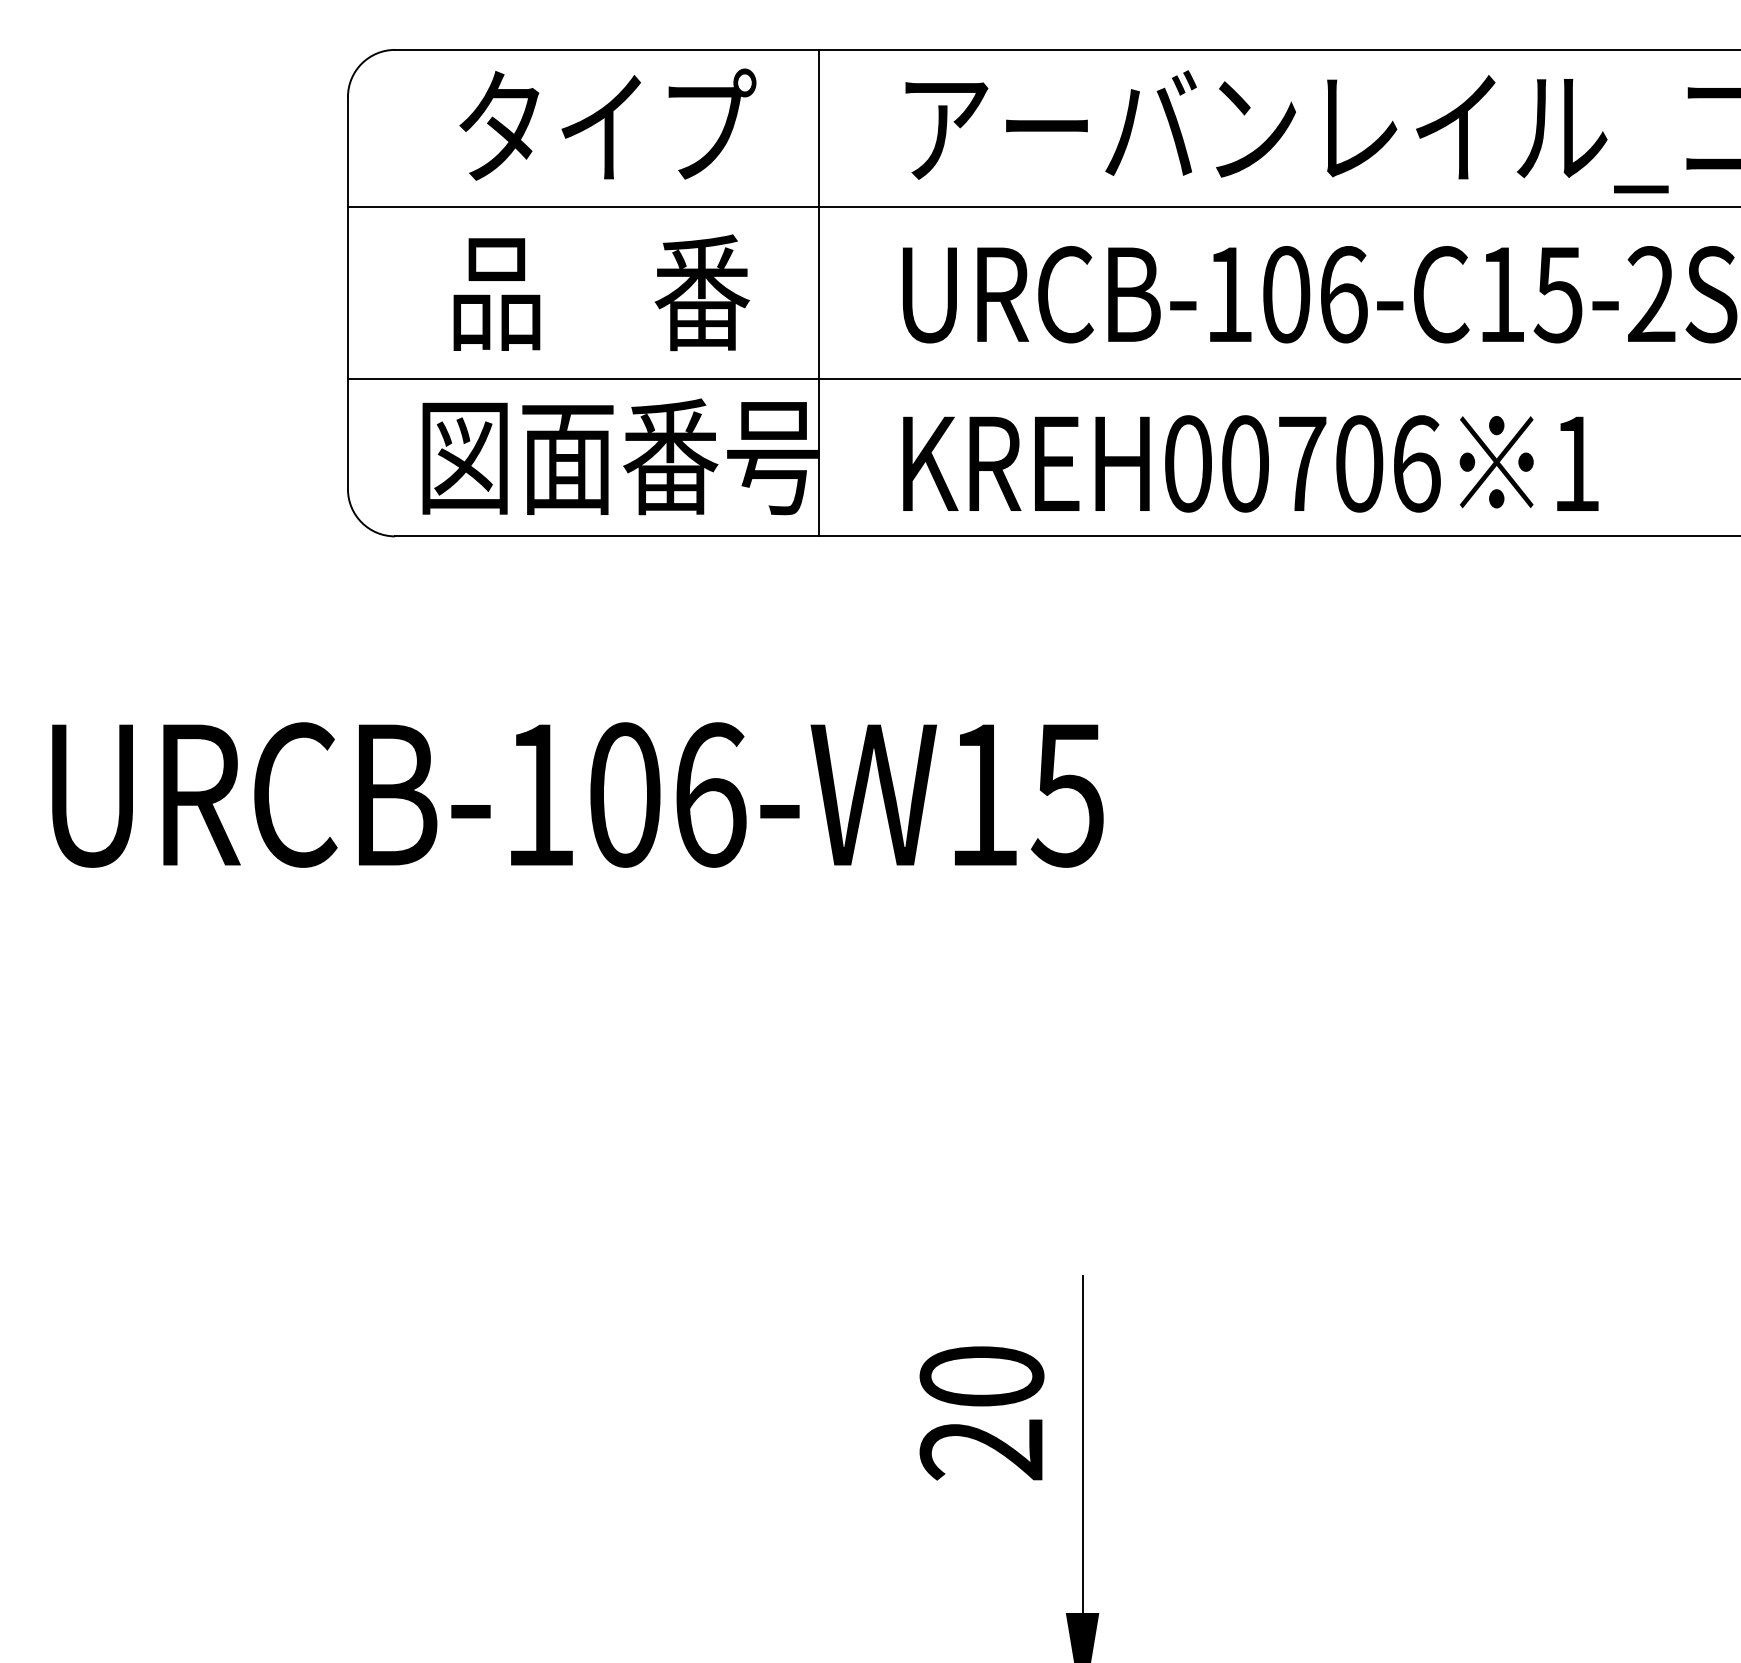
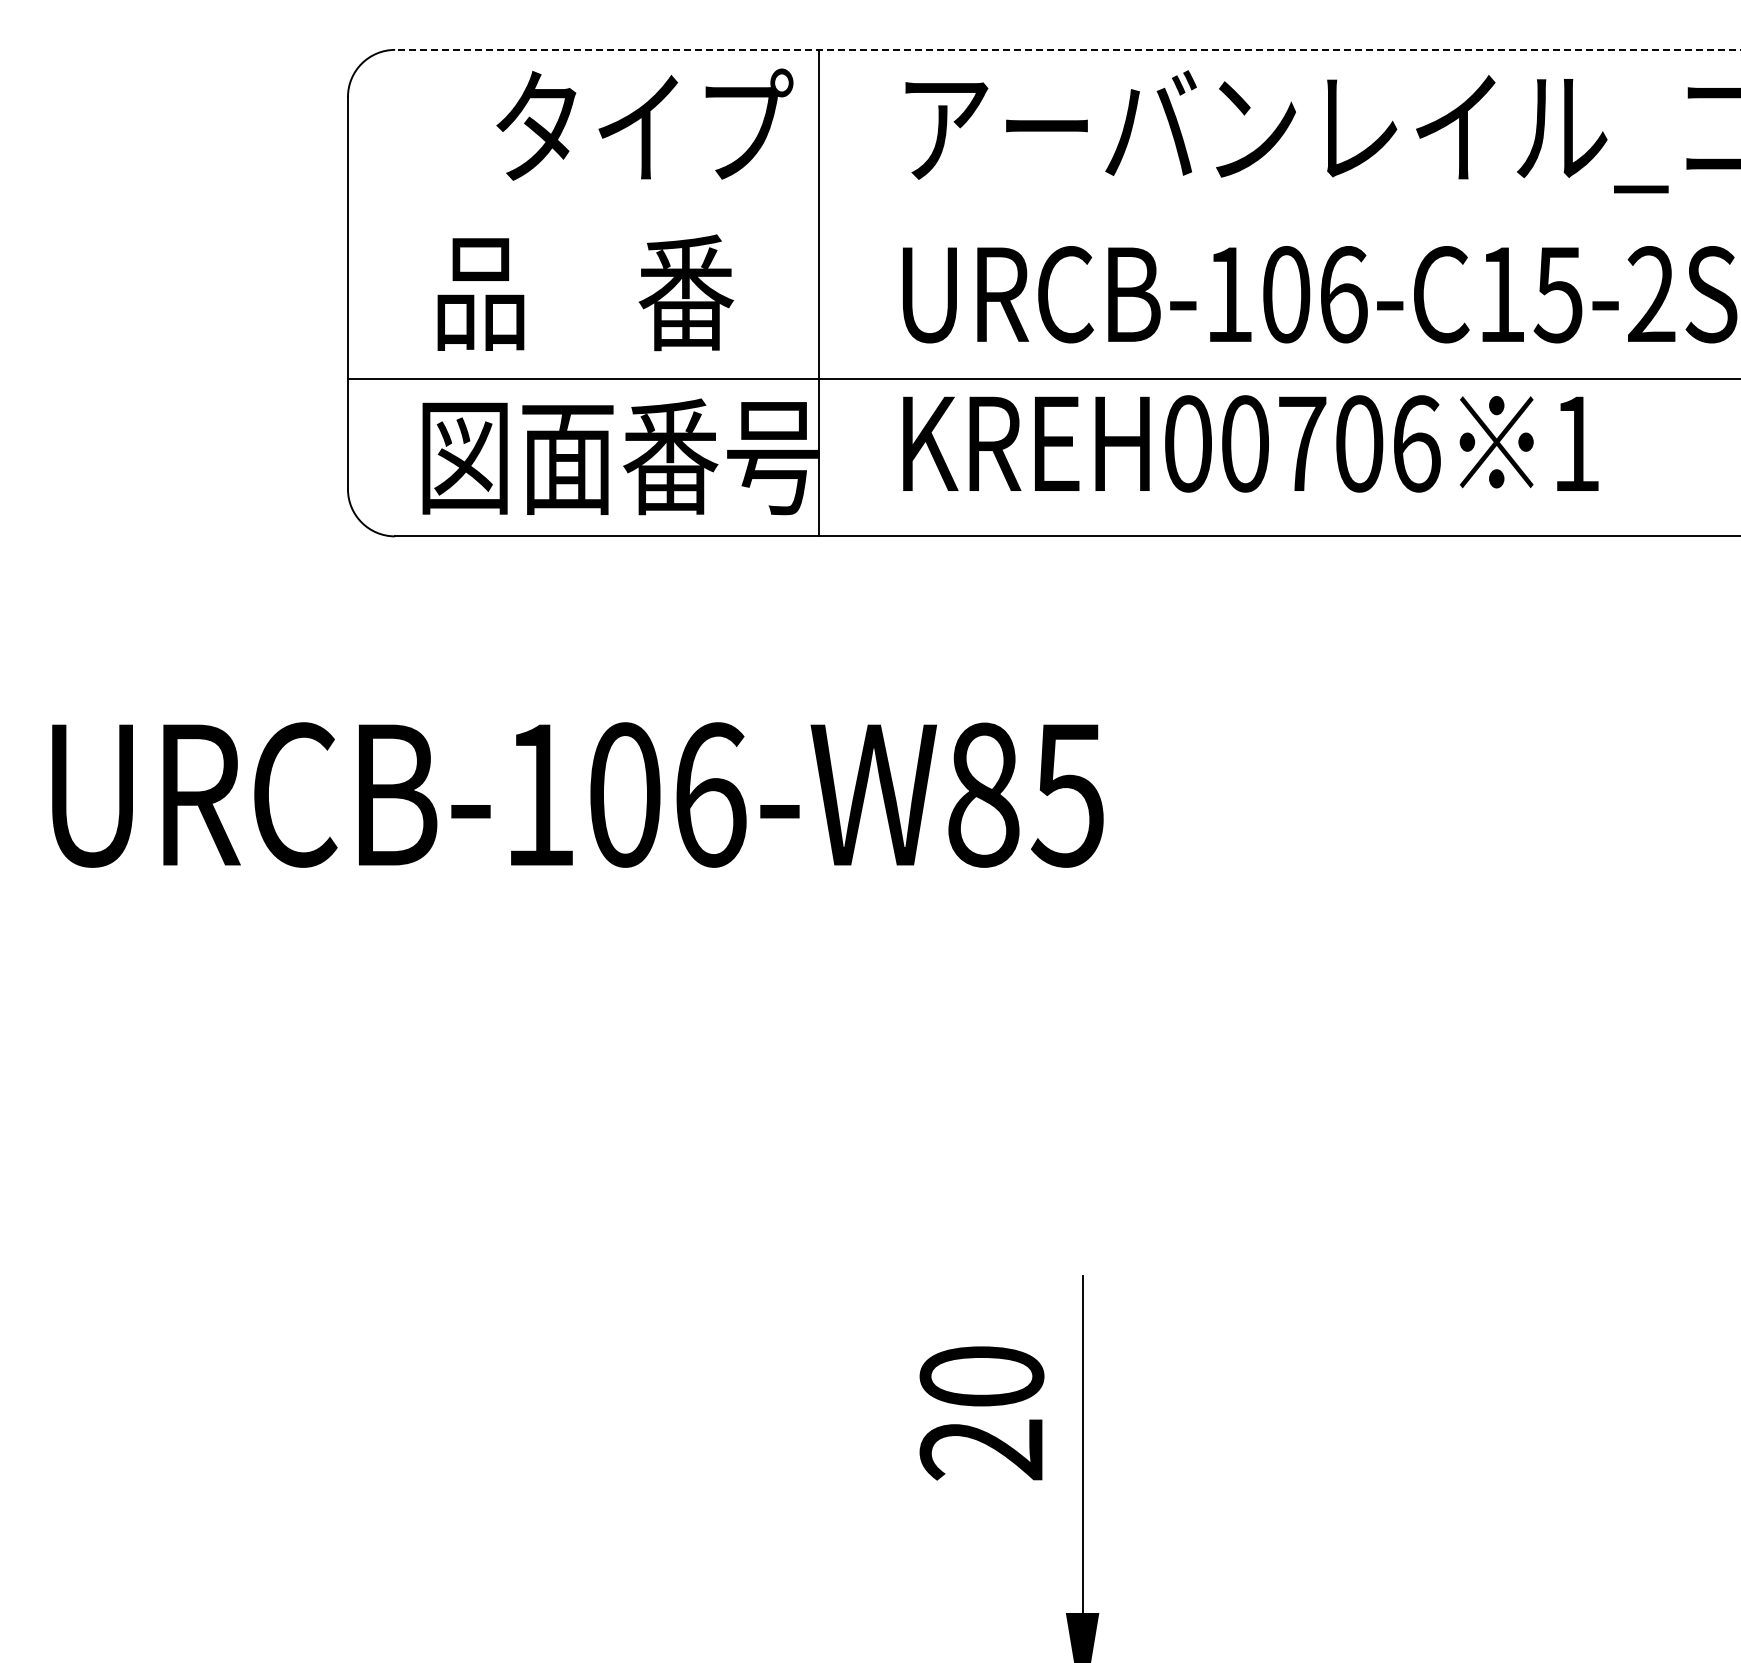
line at (1067, 49): solid -> dashed
text at (607, 124) position: (607, 124) -> (644, 124)
line at (1042, 206): present -> none
text at (601, 292) position: (601, 292) -> (585, 292)
text at (1250, 463) position: (1250, 463) -> (1250, 443)
text at (983, 794): URCB-106-W15 -> URCB-106-W85
